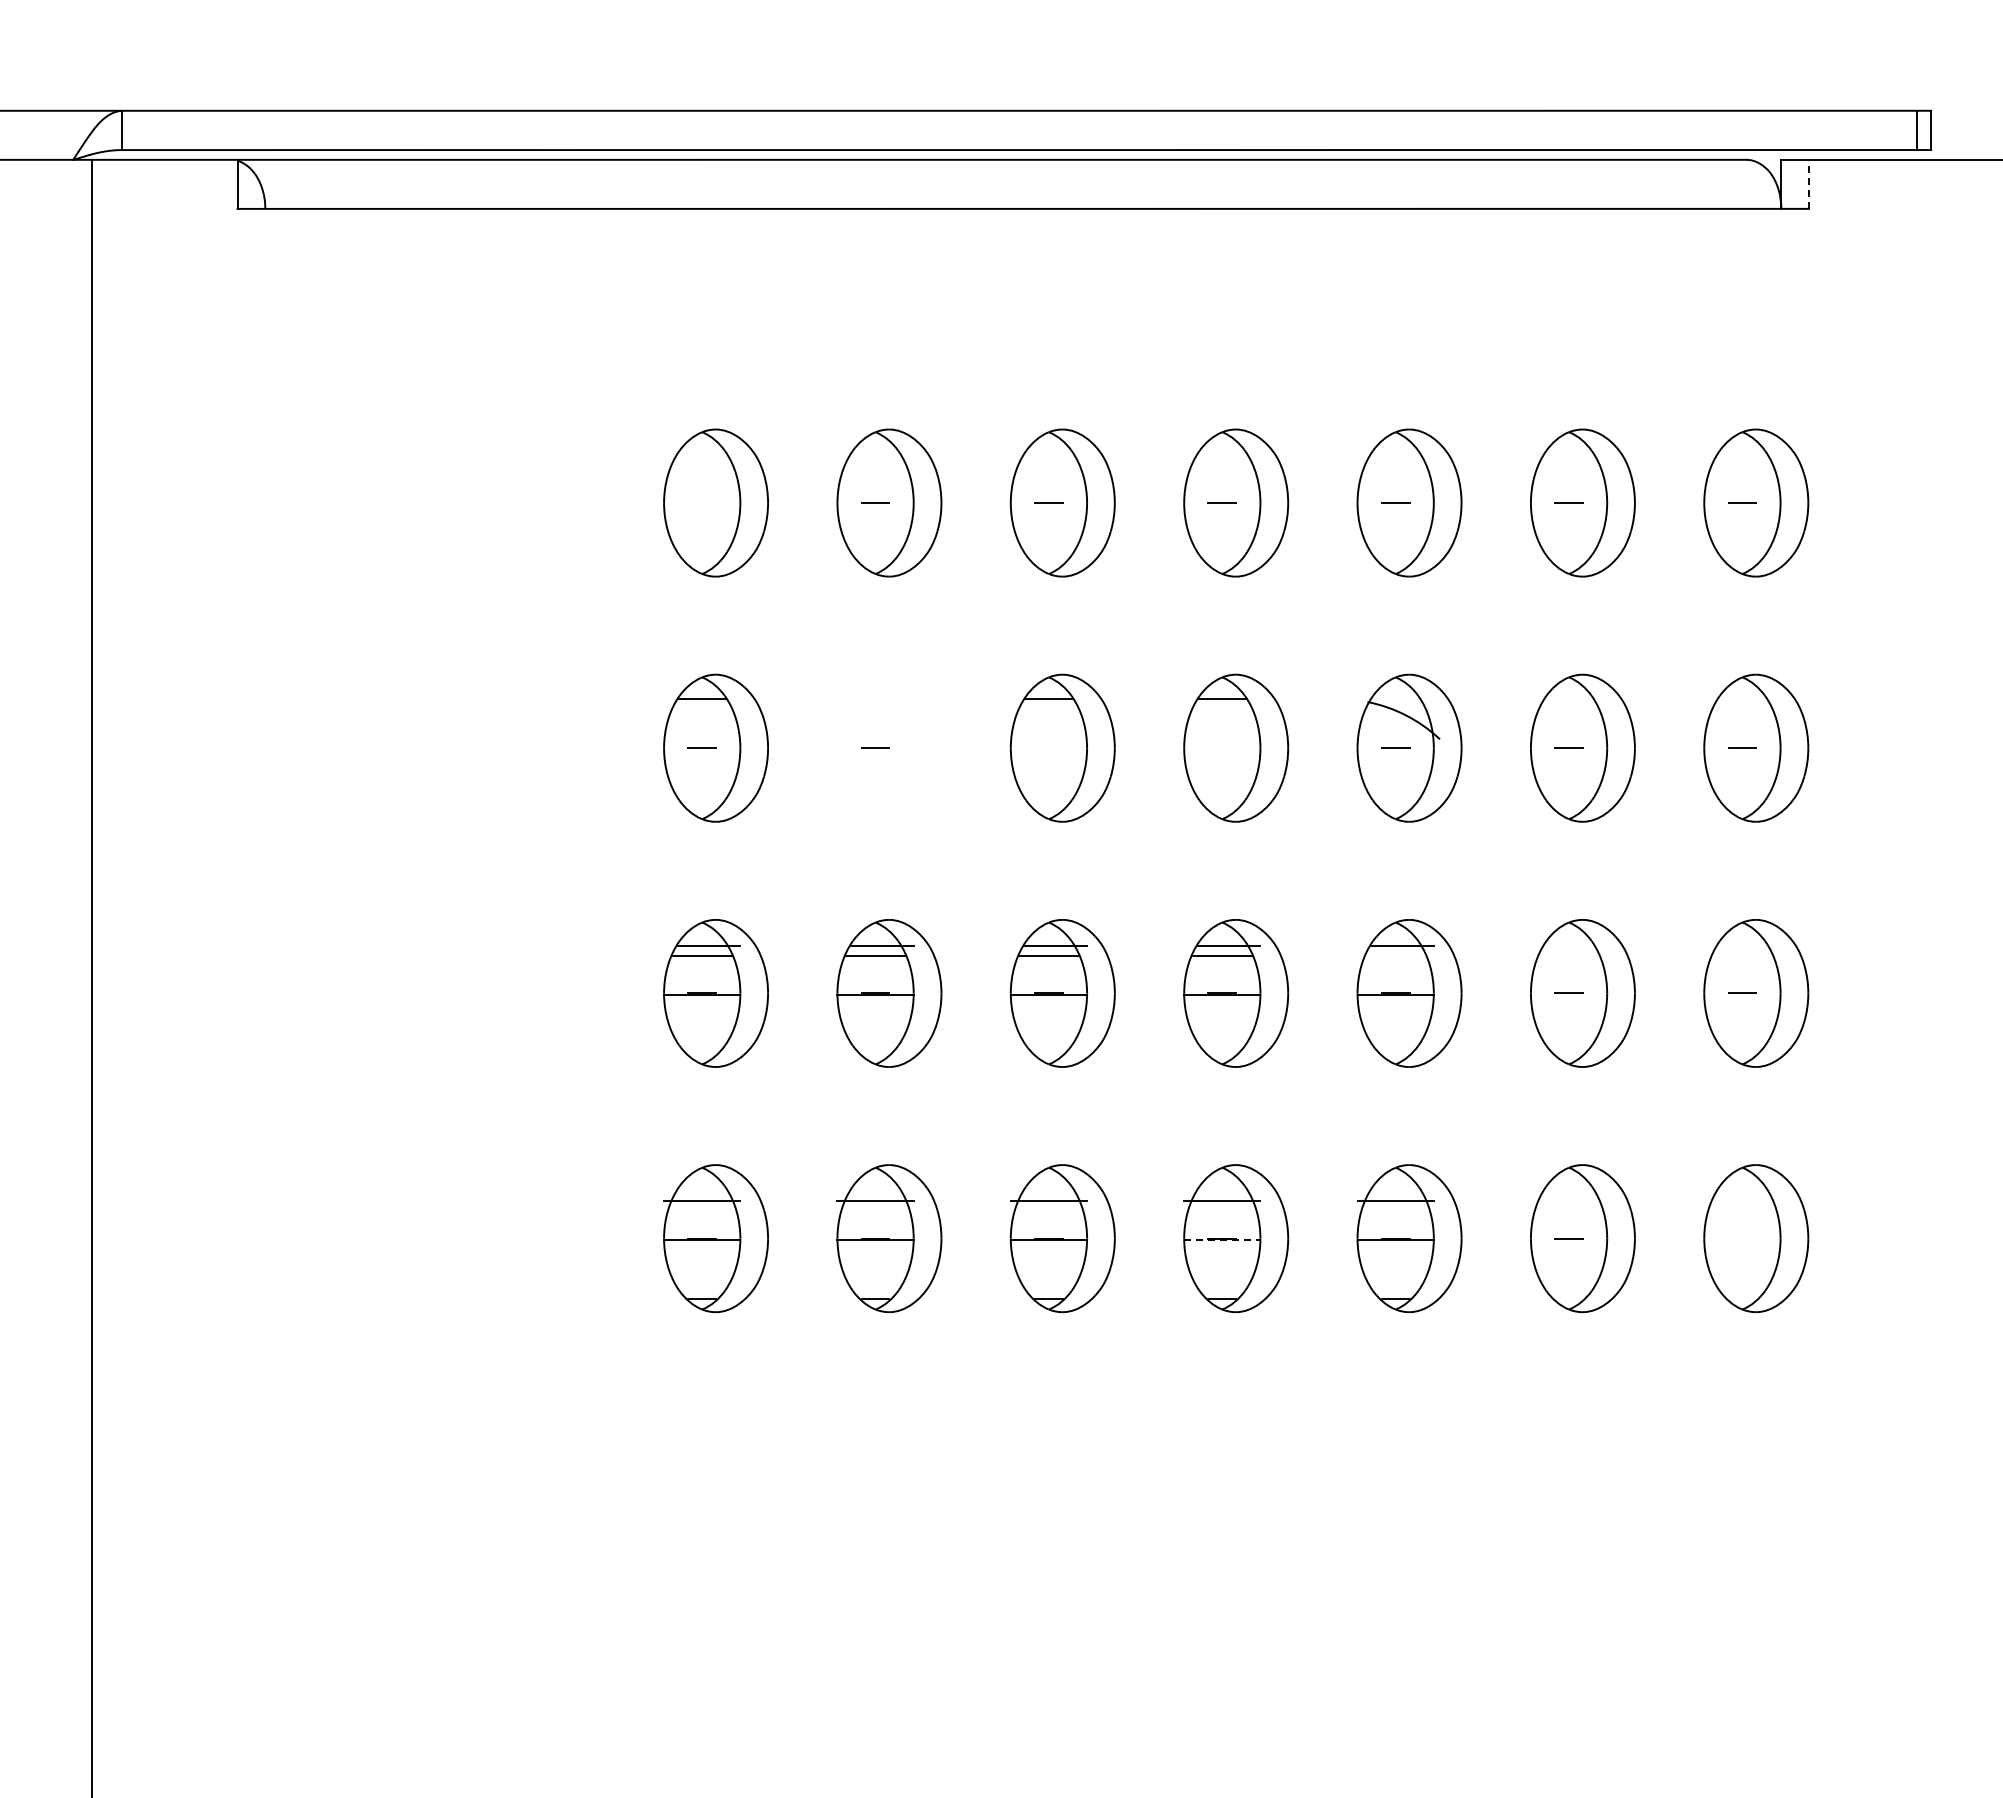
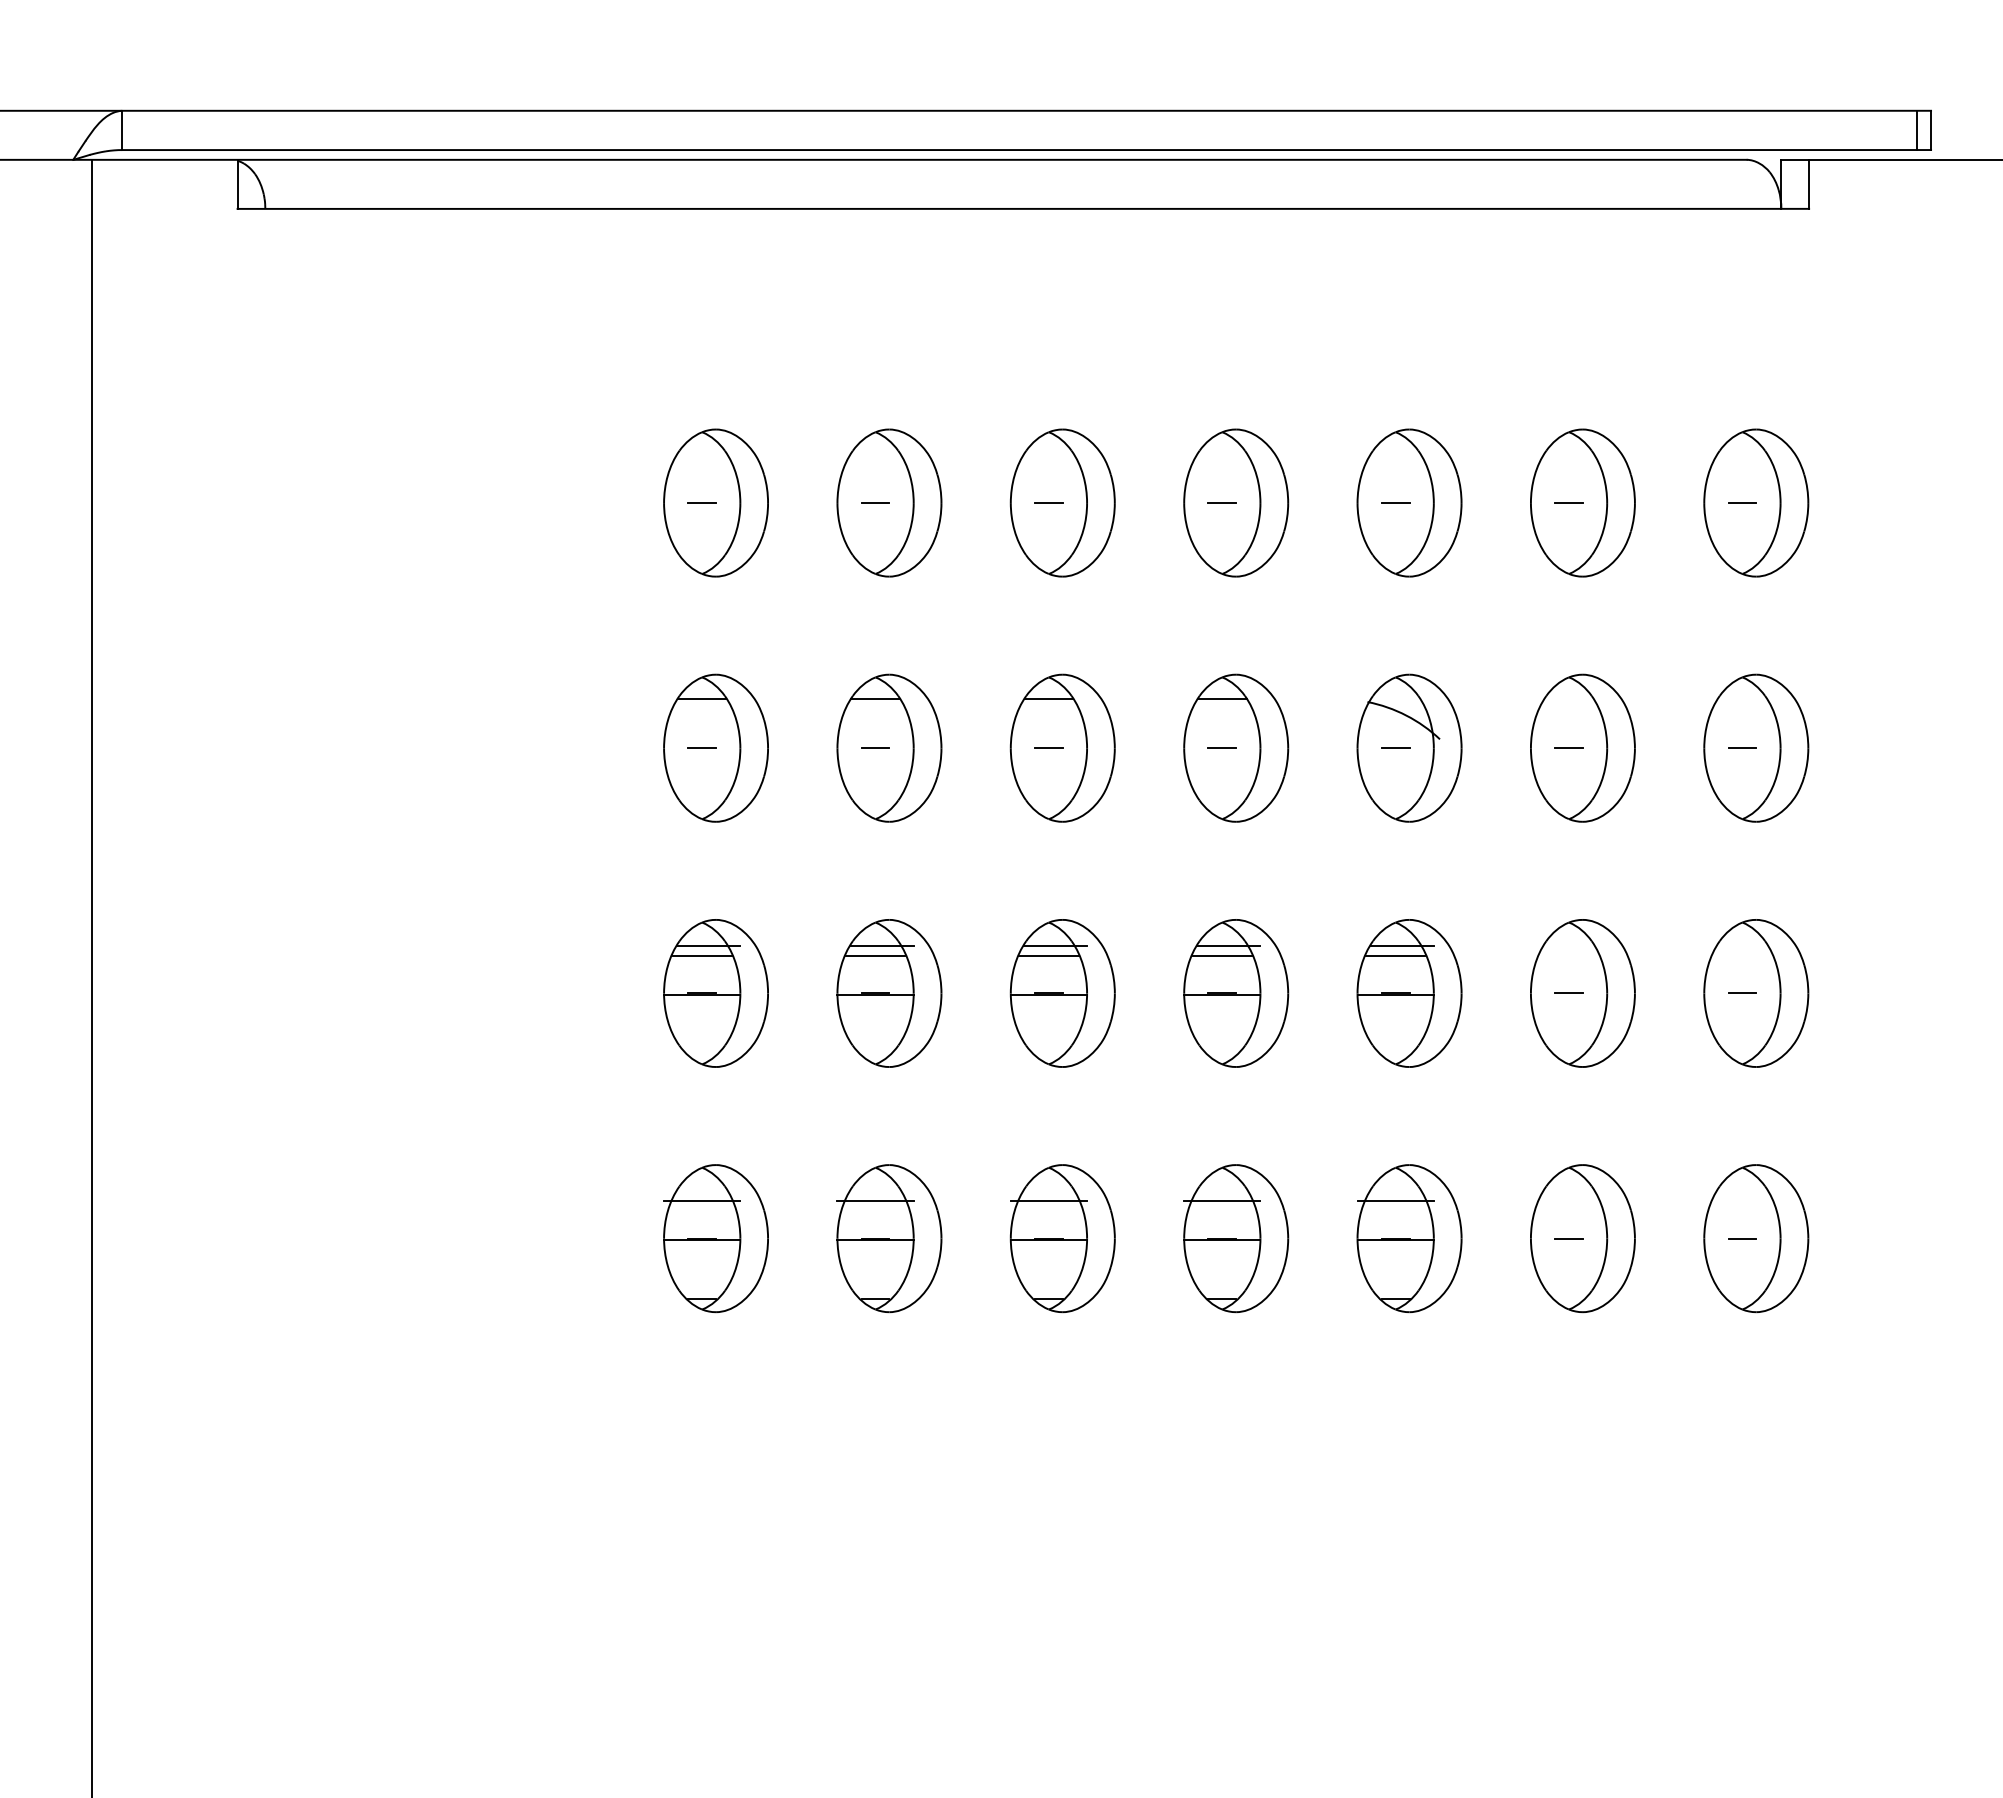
line at (1809, 184): dashed -> solid
line at (701, 502): none -> present
part at (889, 747): none -> present
line at (1048, 748): none -> present
line at (1222, 748): none -> present
line at (1395, 955): none -> present
line at (1742, 1238): none -> present
line at (1222, 1240): dashed -> solid
